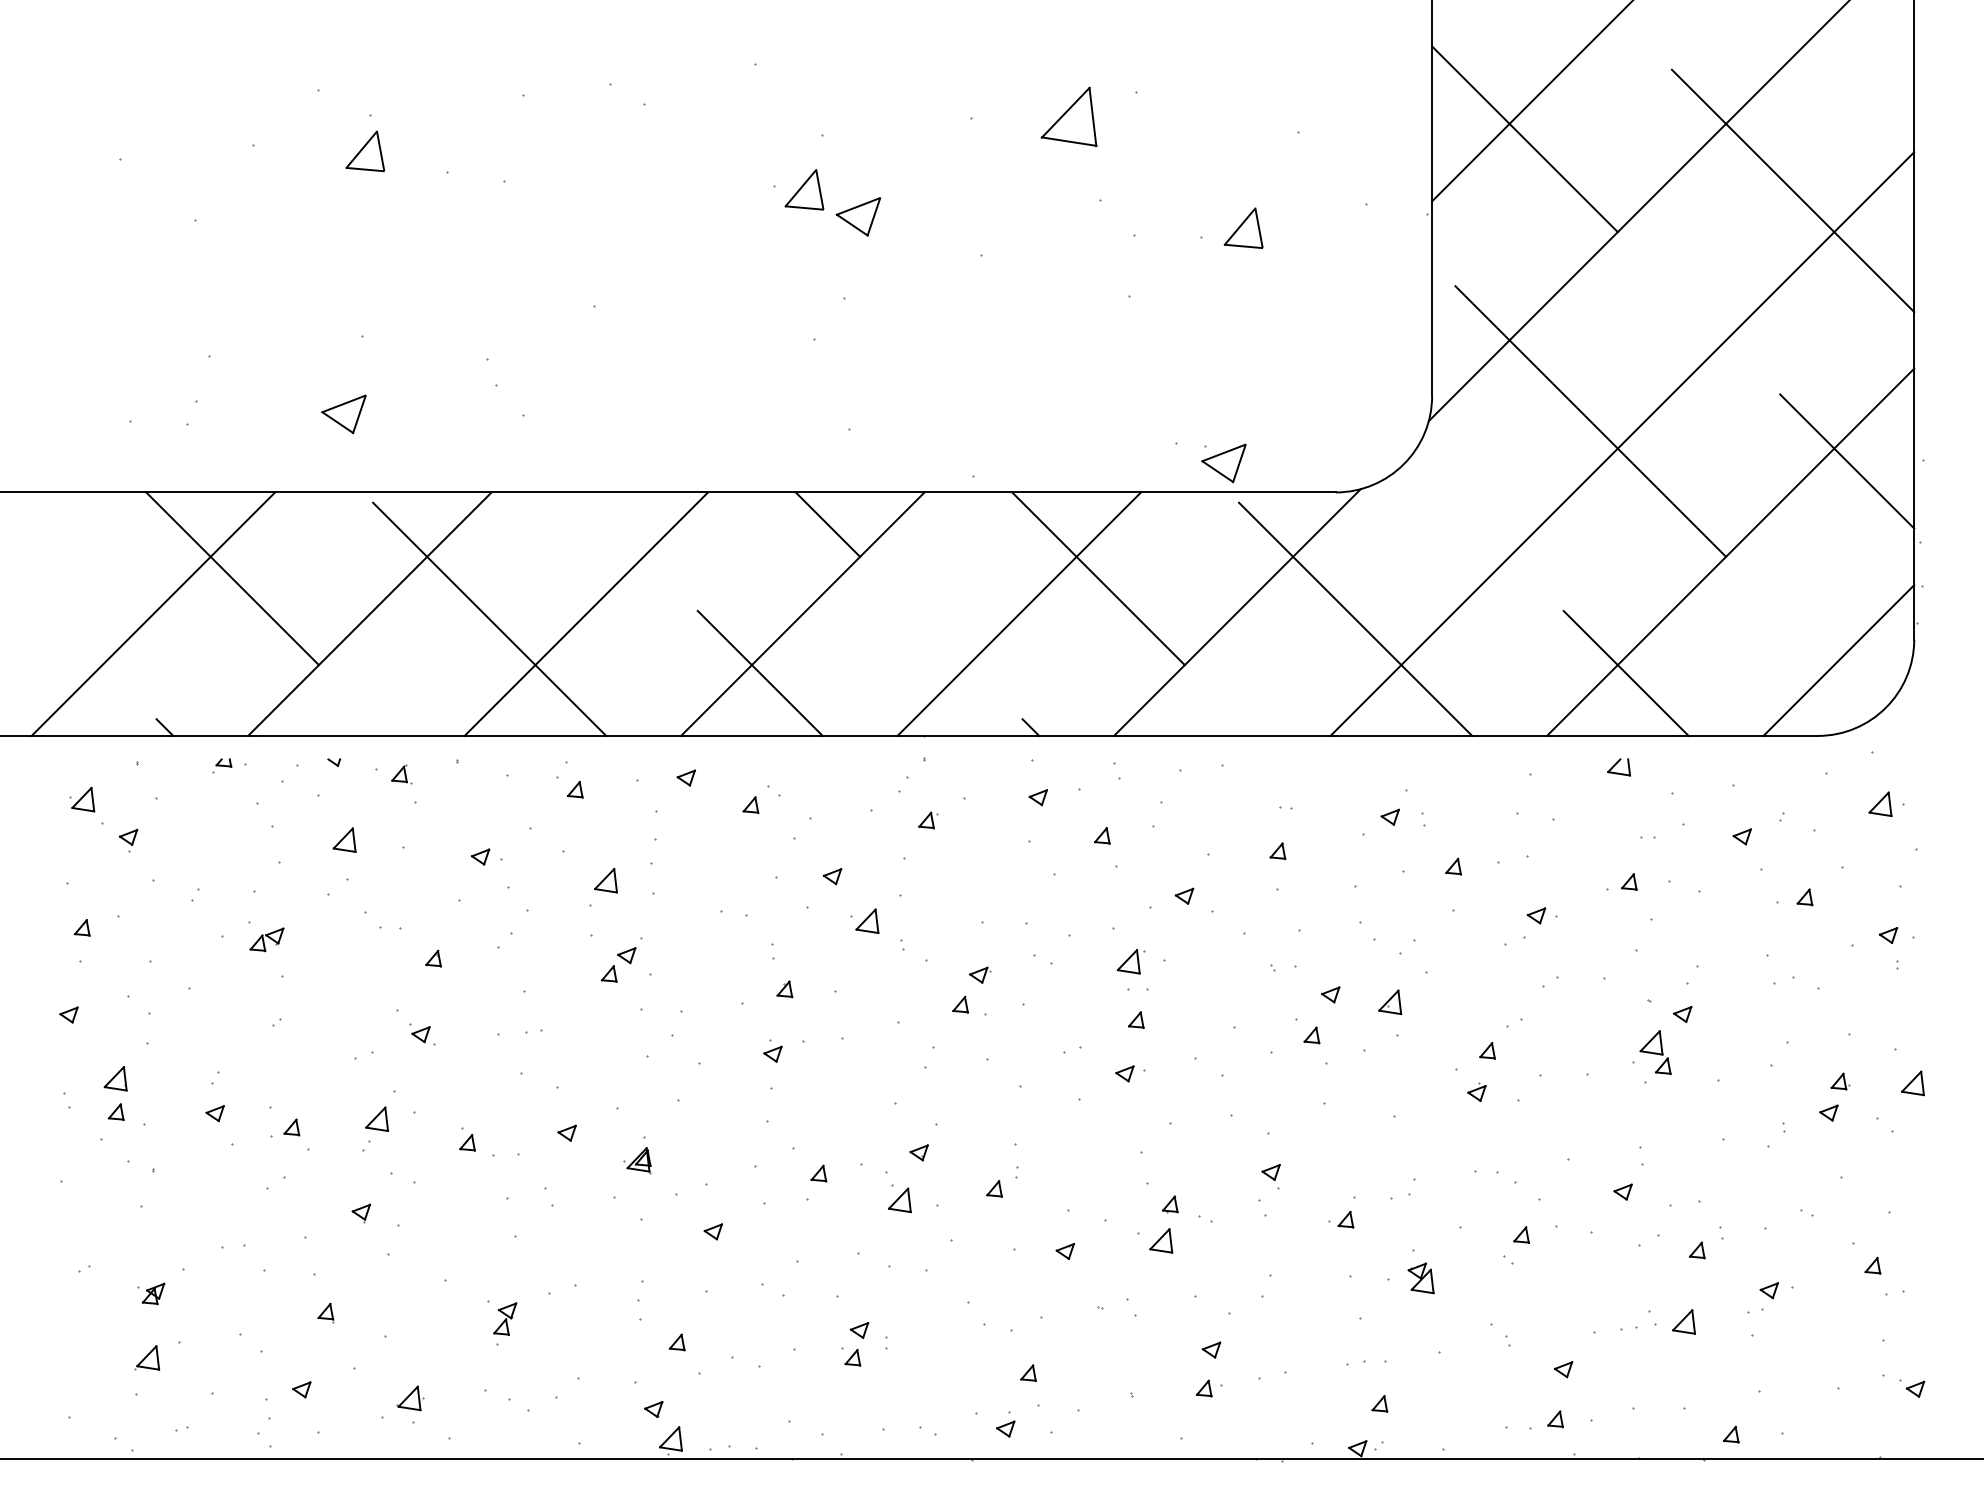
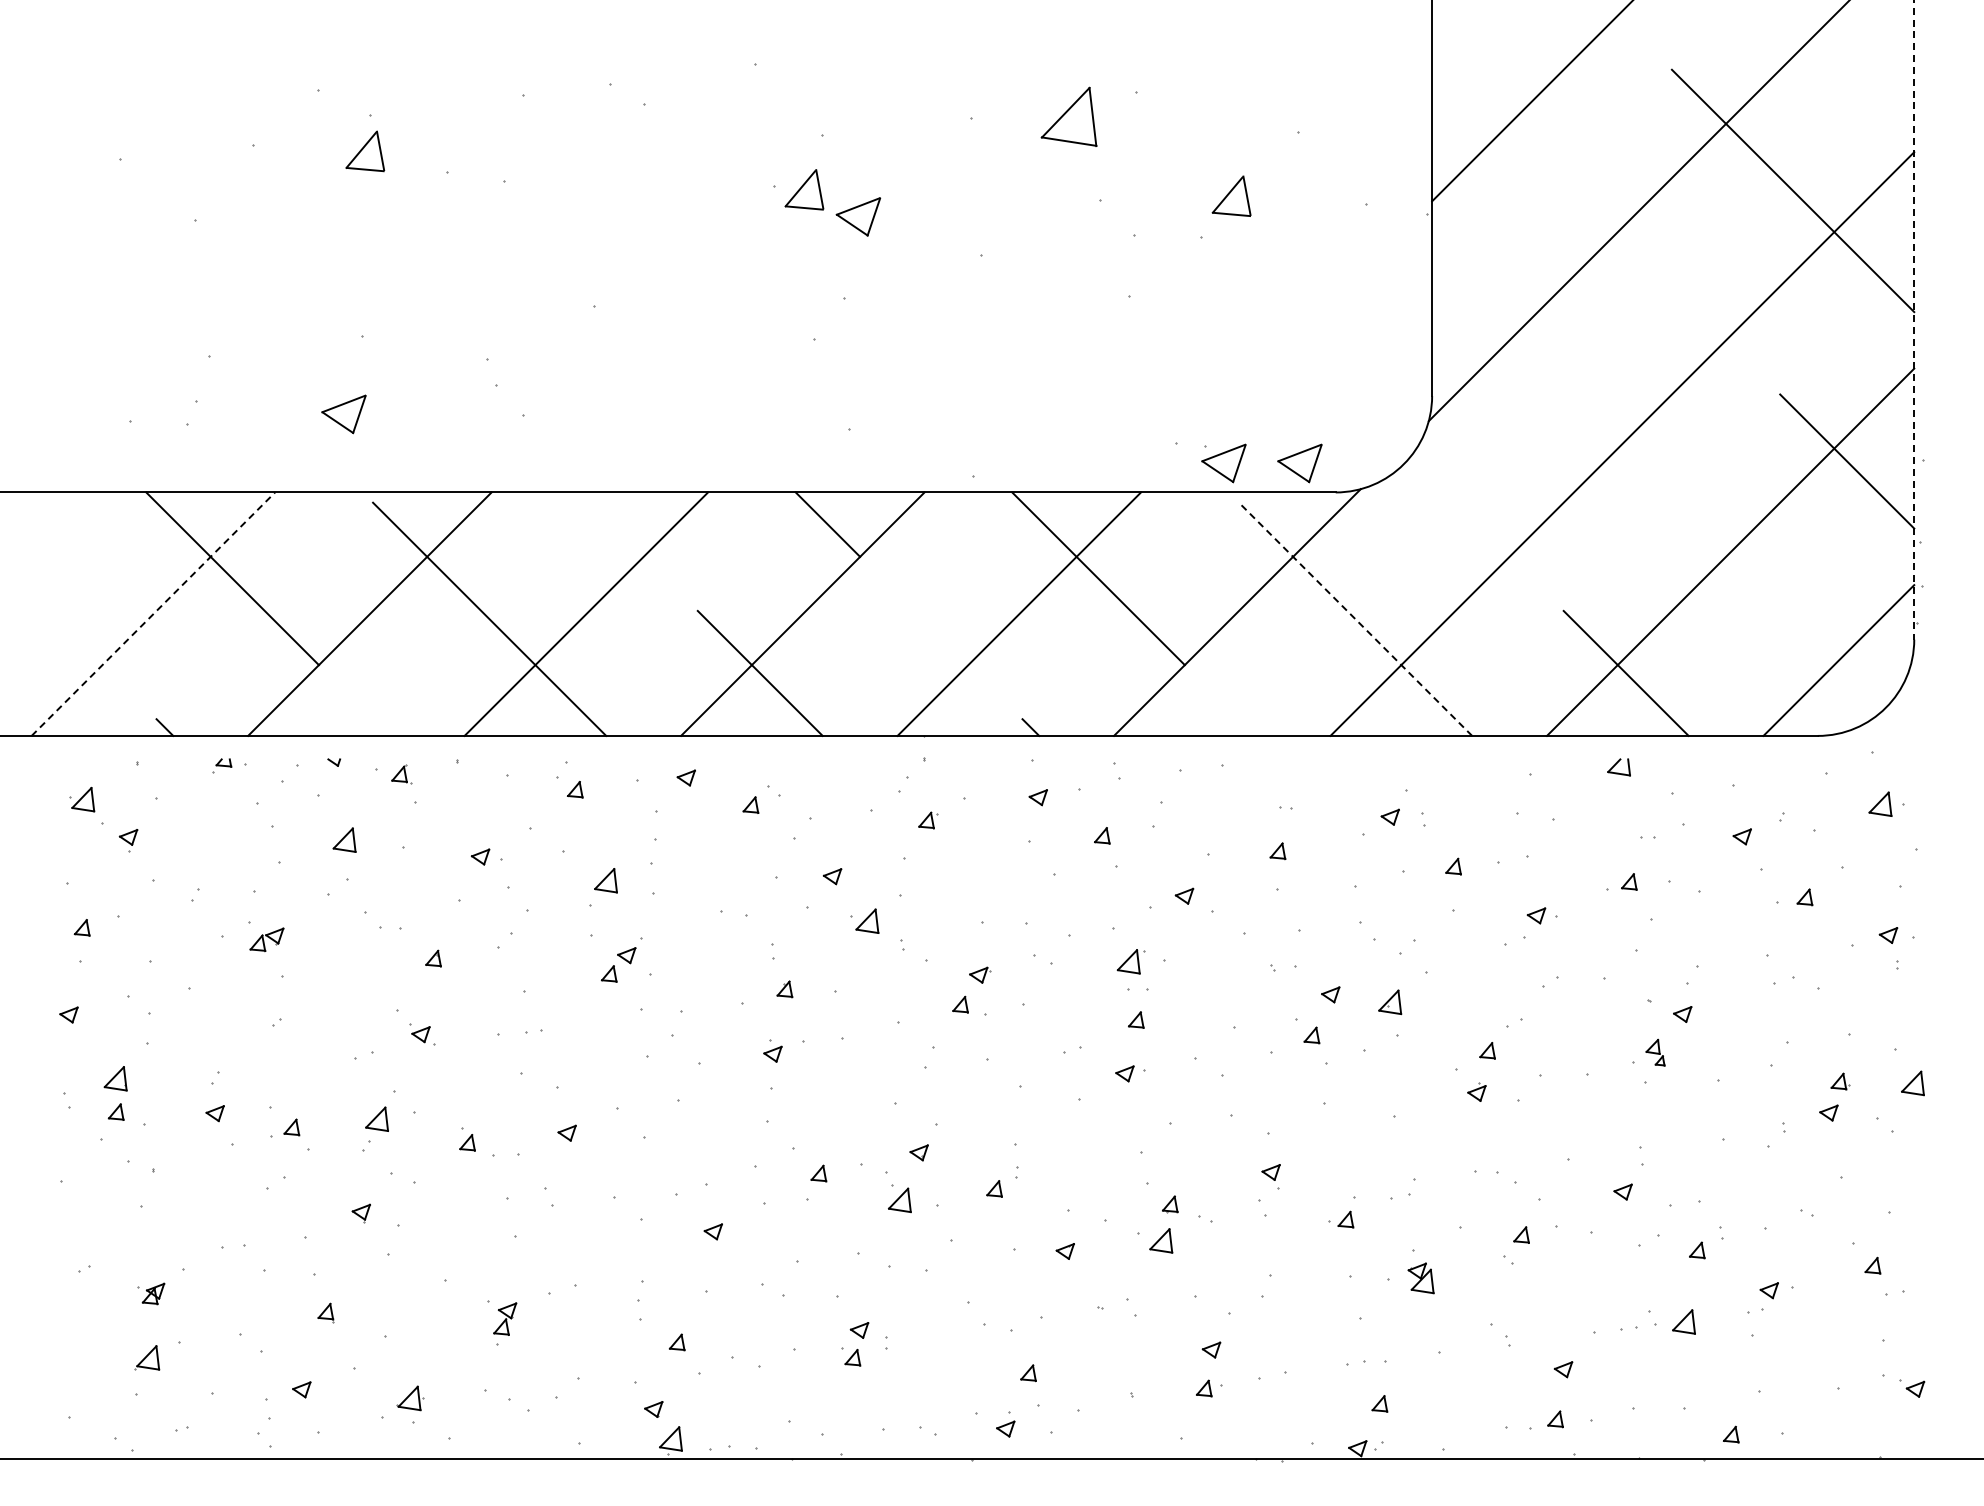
line at (1524, 139): present -> none
part at (1243, 227) position: (1243, 227) -> (1231, 195)
line at (1914, 319): solid -> dashed
line at (1590, 421): present -> none
part at (1299, 463): none -> present
line at (153, 613): solid -> dashed
line at (1355, 619): solid -> dashed
part at (1655, 1052) size: 33x46 px -> 21x29 px
part at (637, 1160): present -> none
